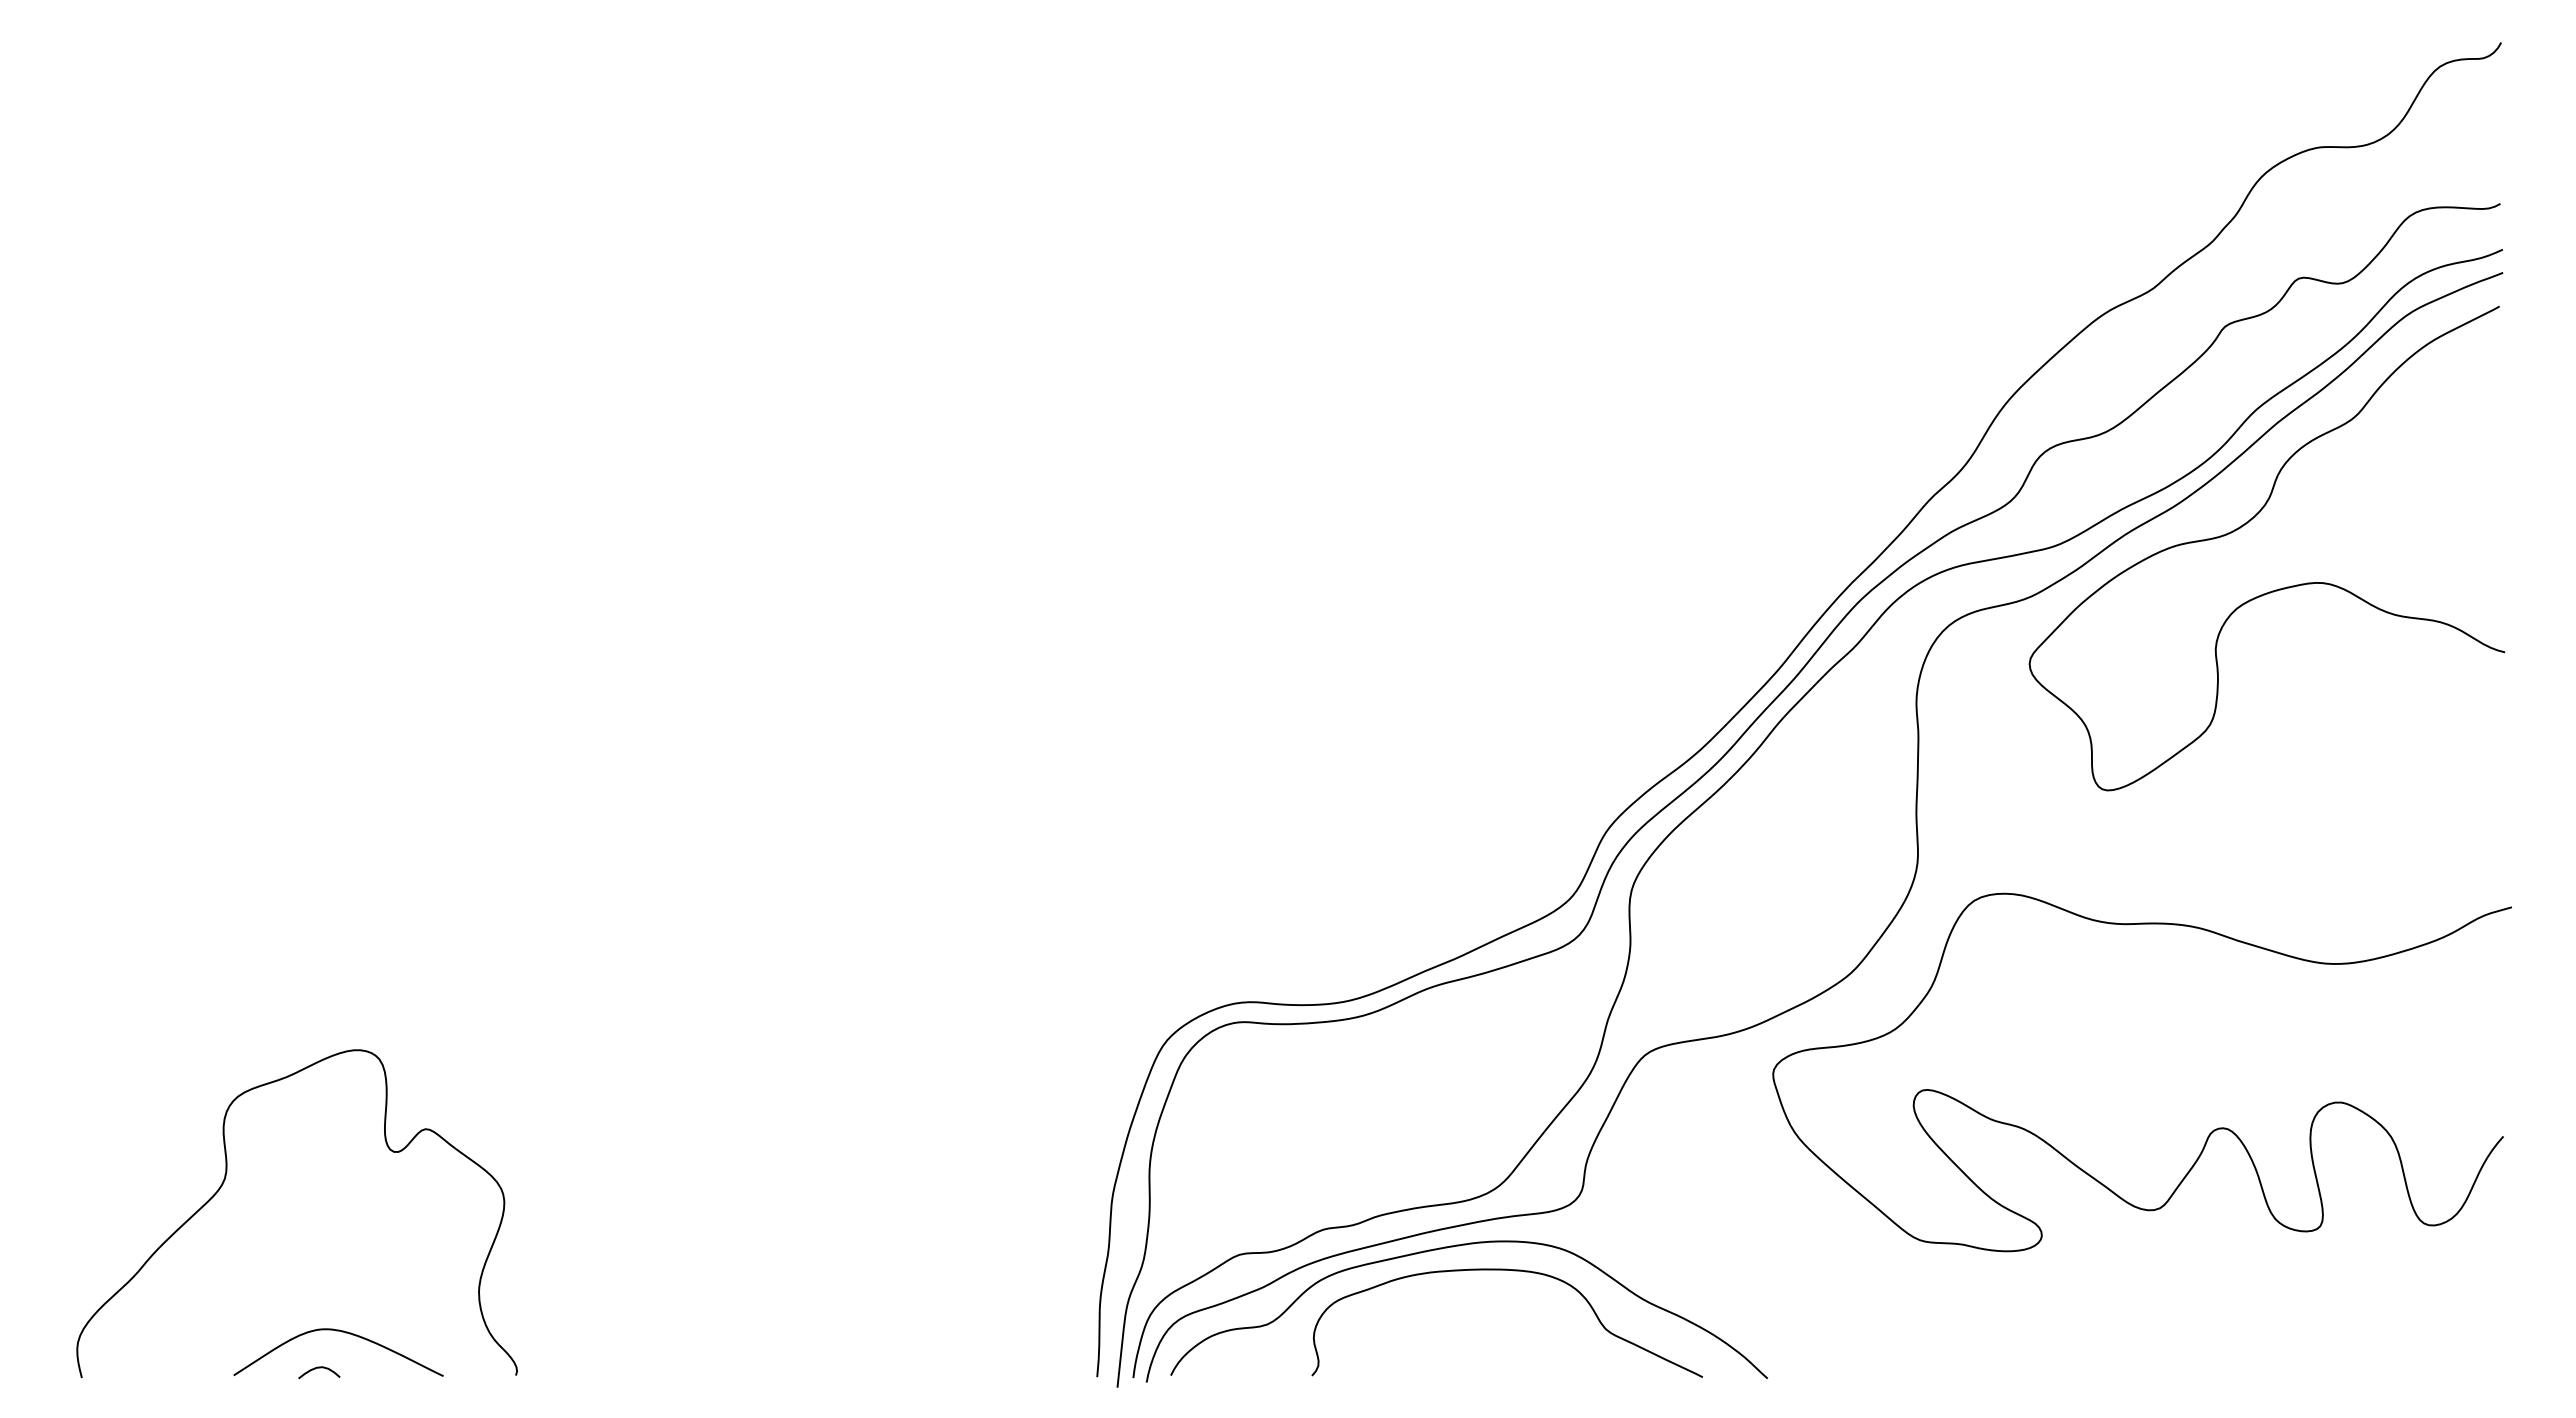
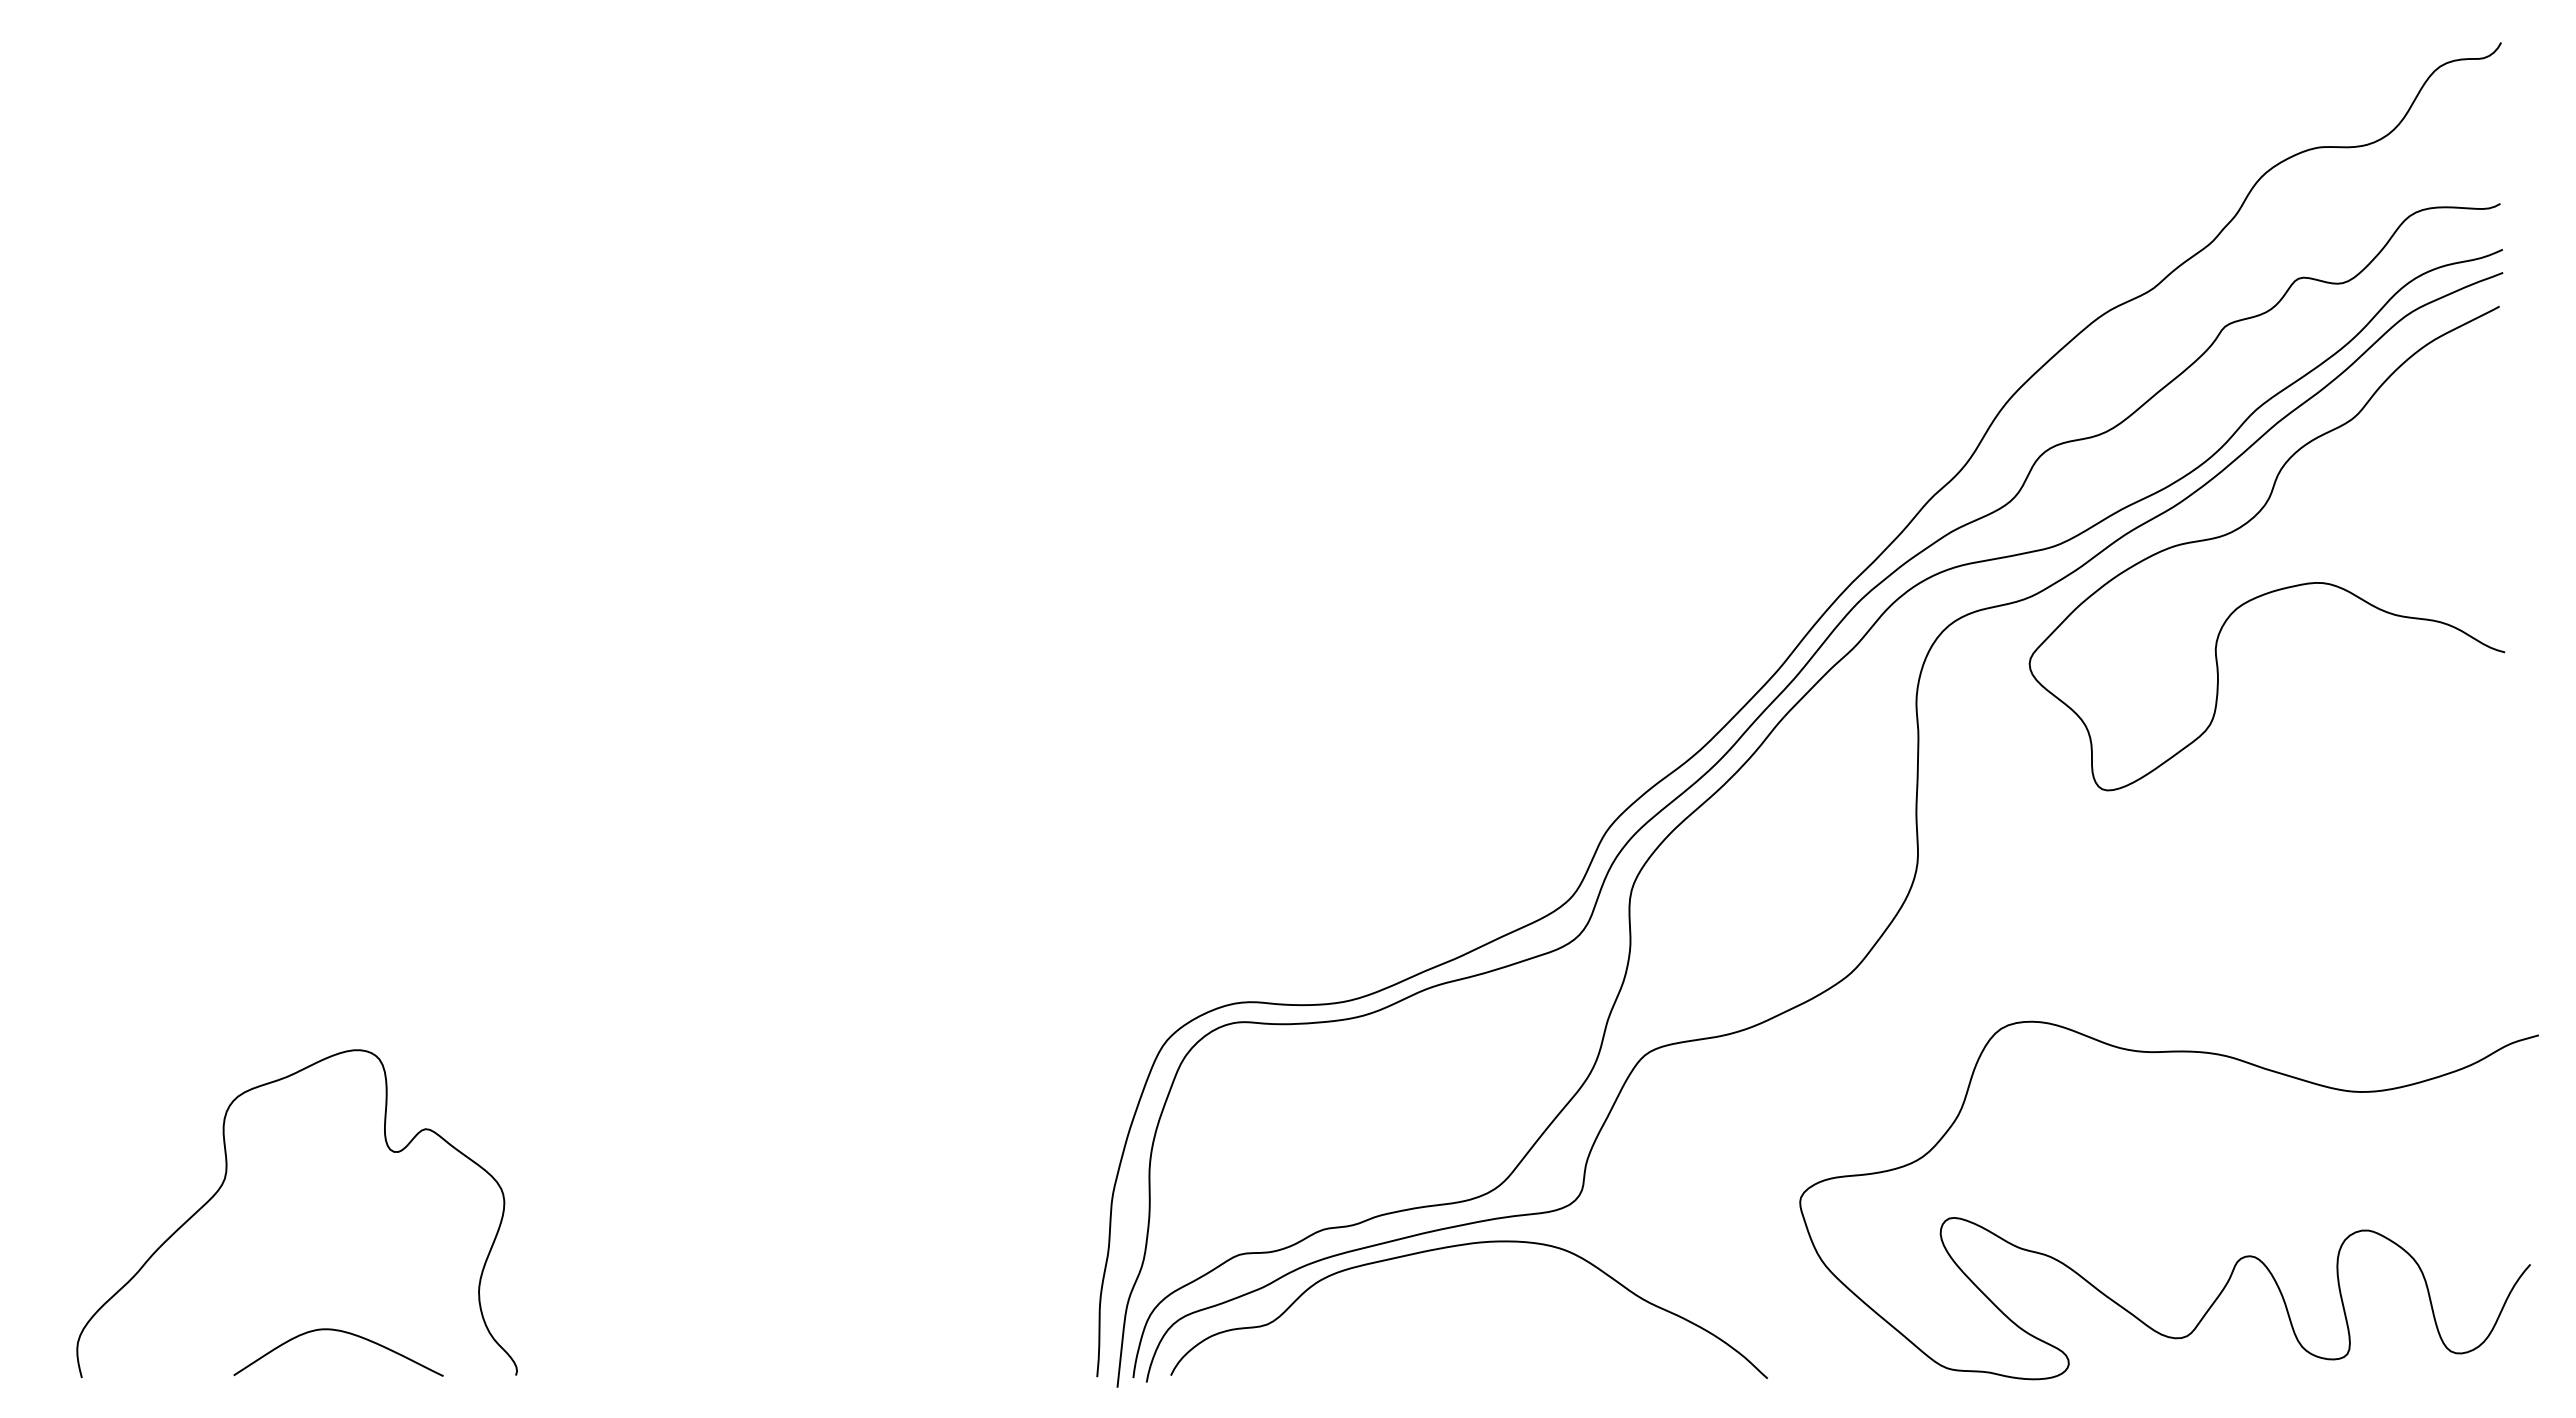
curve at (2209, 1133) position: (2209, 1133) -> (2236, 1261)
curve at (1513, 1271): present -> none
curve at (319, 1368): present -> none
